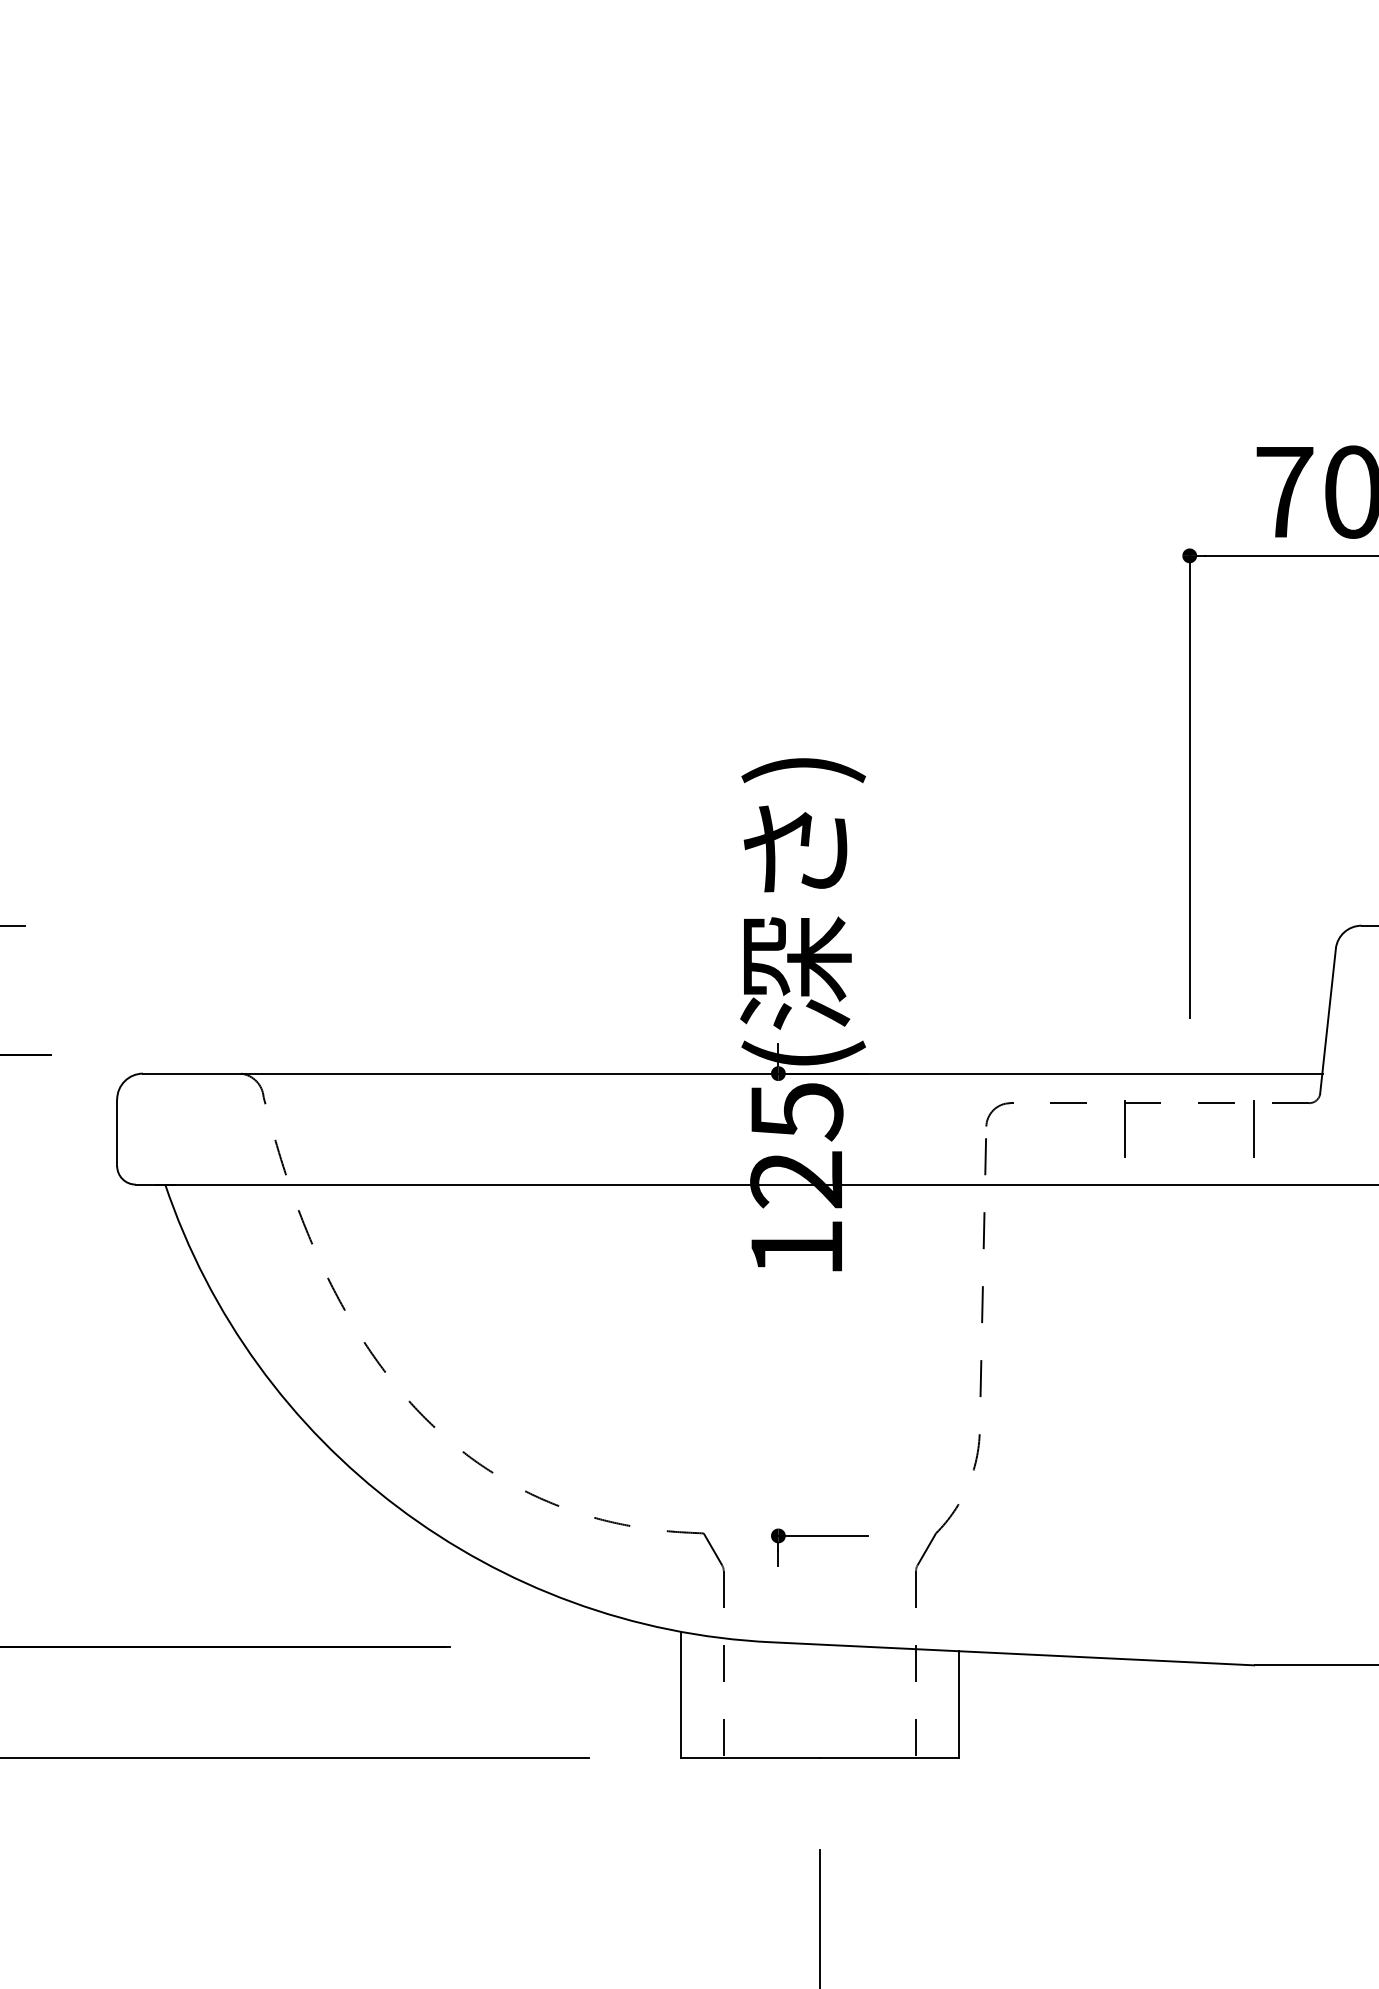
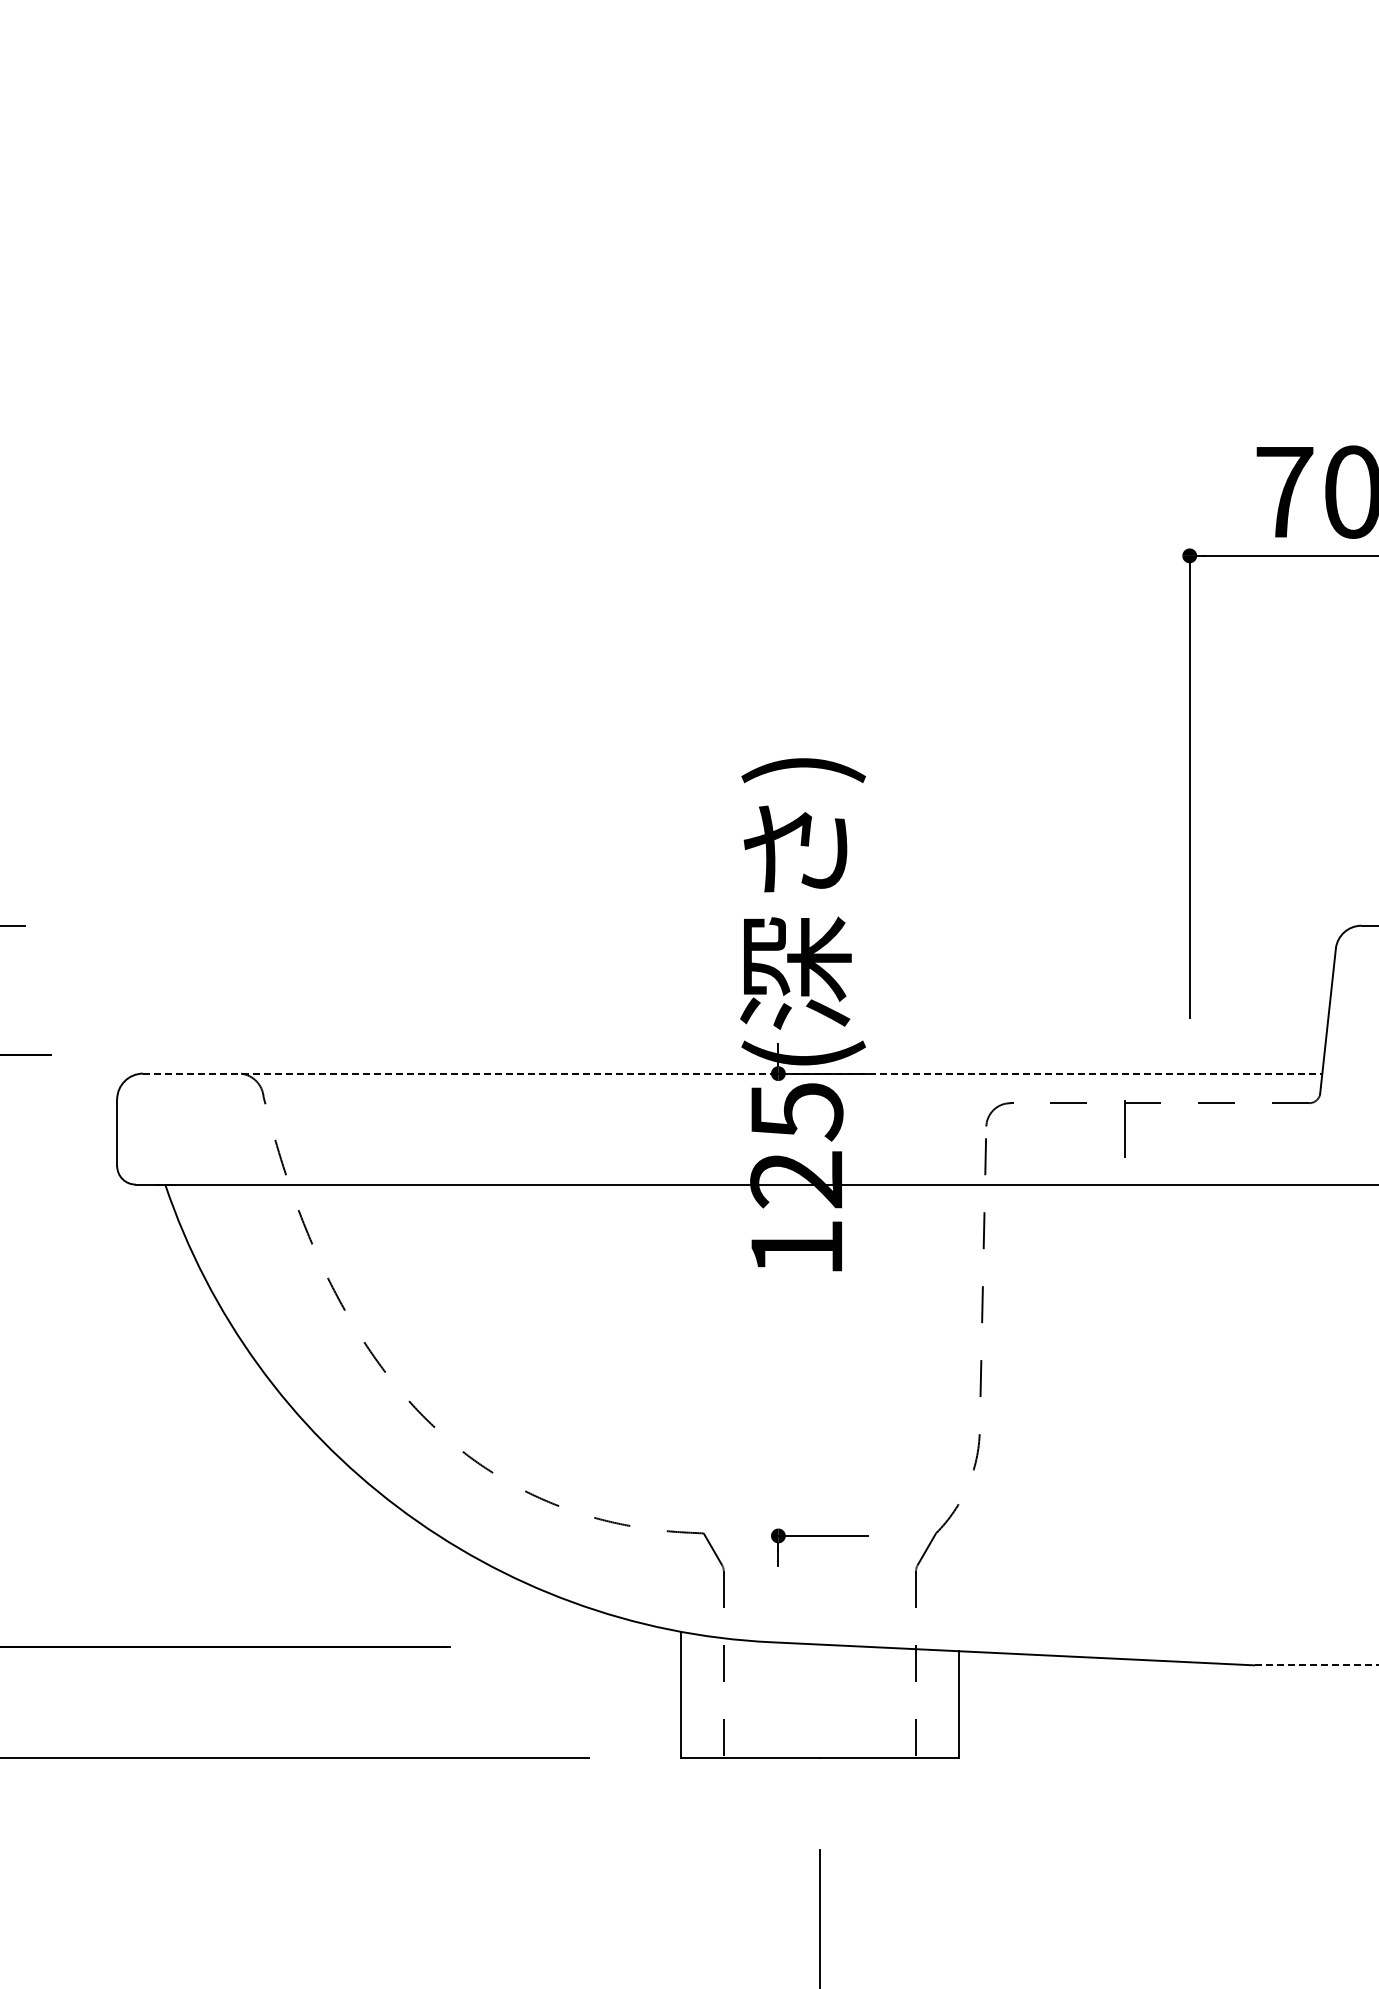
line at (732, 1073): solid -> dashed
line at (1253, 1128): present -> none
line at (1316, 1665): solid -> dashed
